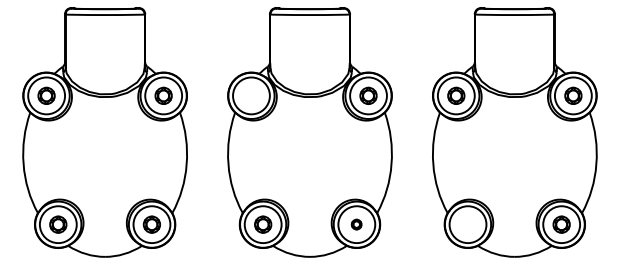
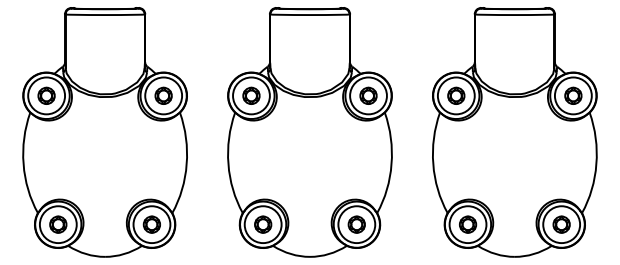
part at (251, 95): none -> present
part at (356, 224) size: 13x13 px -> 19x19 px
part at (468, 224): none -> present
